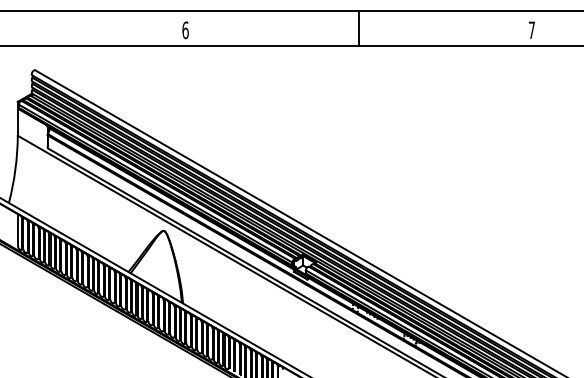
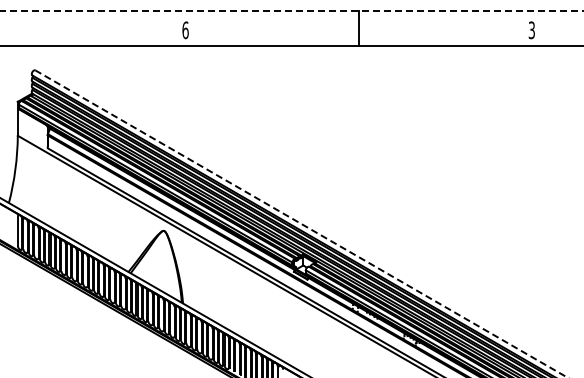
line at (292, 11): solid -> dashed
text at (531, 30): 7 -> 3
line at (301, 223): solid -> dashed
